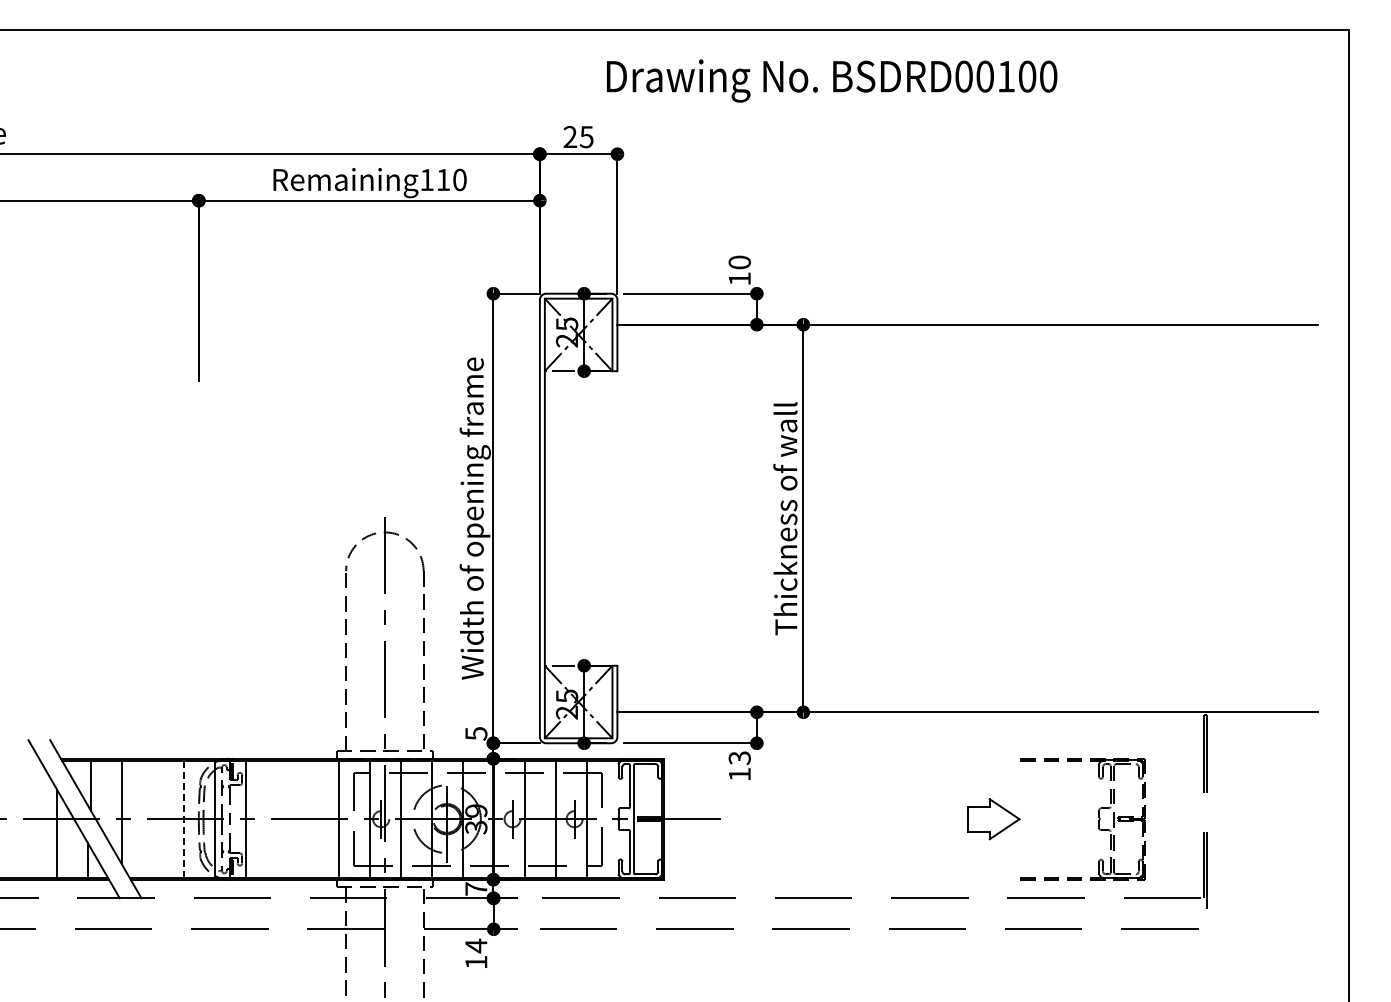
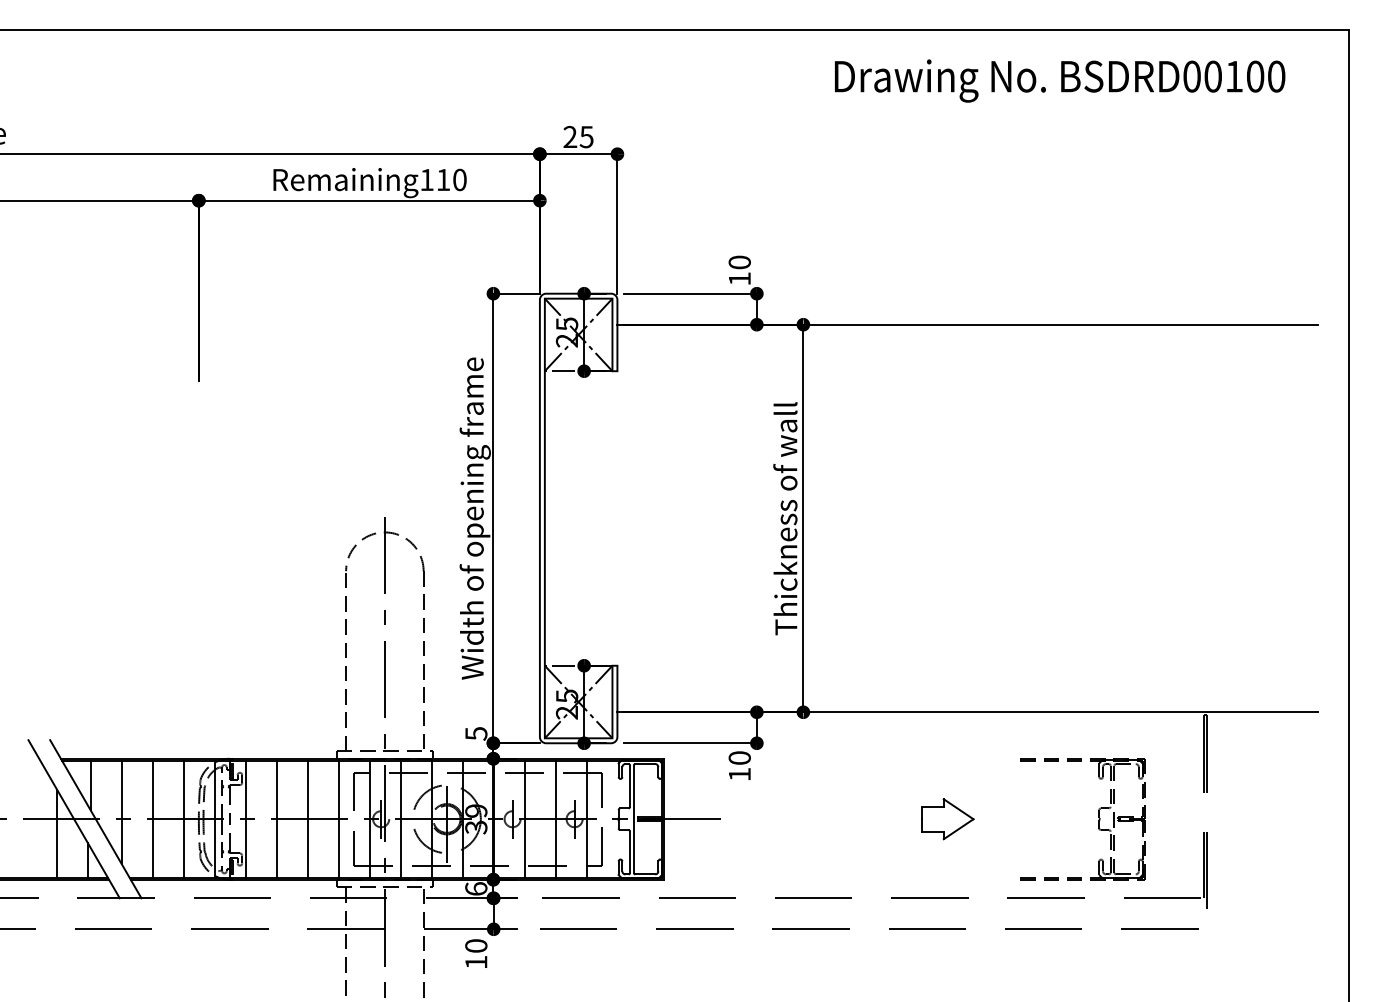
text at (832, 80) position: (832, 80) -> (1060, 80)
text at (739, 758): 13 -> 10
line at (152, 818): none -> present
line at (276, 818): none -> present
line at (307, 818): none -> present
line at (183, 819): dashed -> solid
part at (993, 819) position: (993, 819) -> (947, 819)
text at (476, 888): 7 -> 6
text at (476, 945): 14 -> 10
